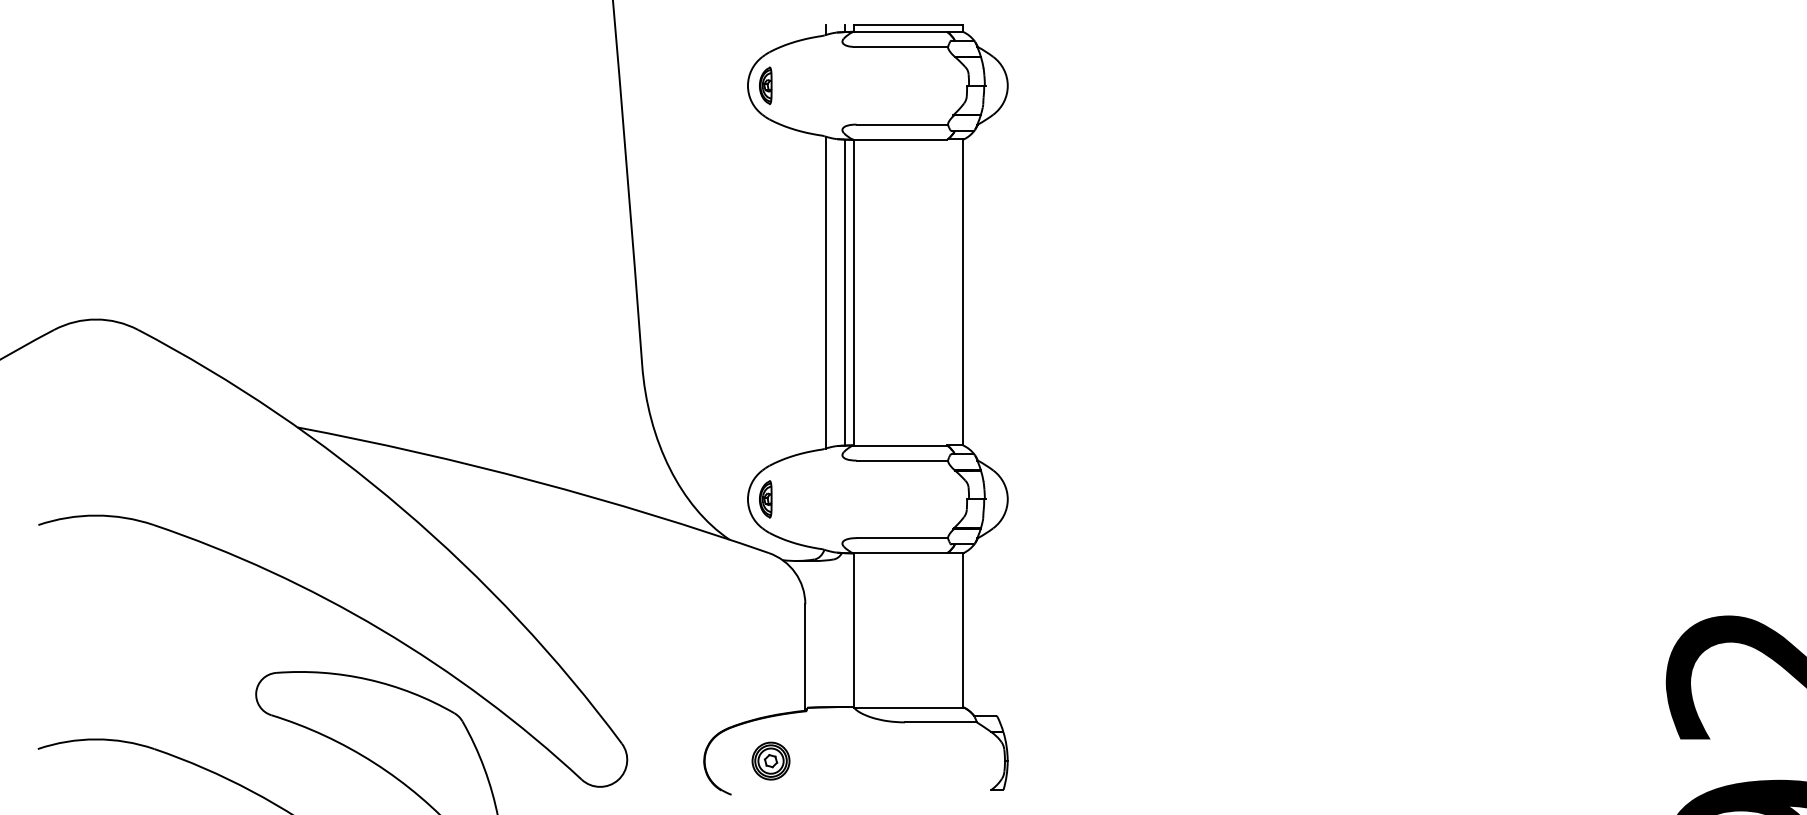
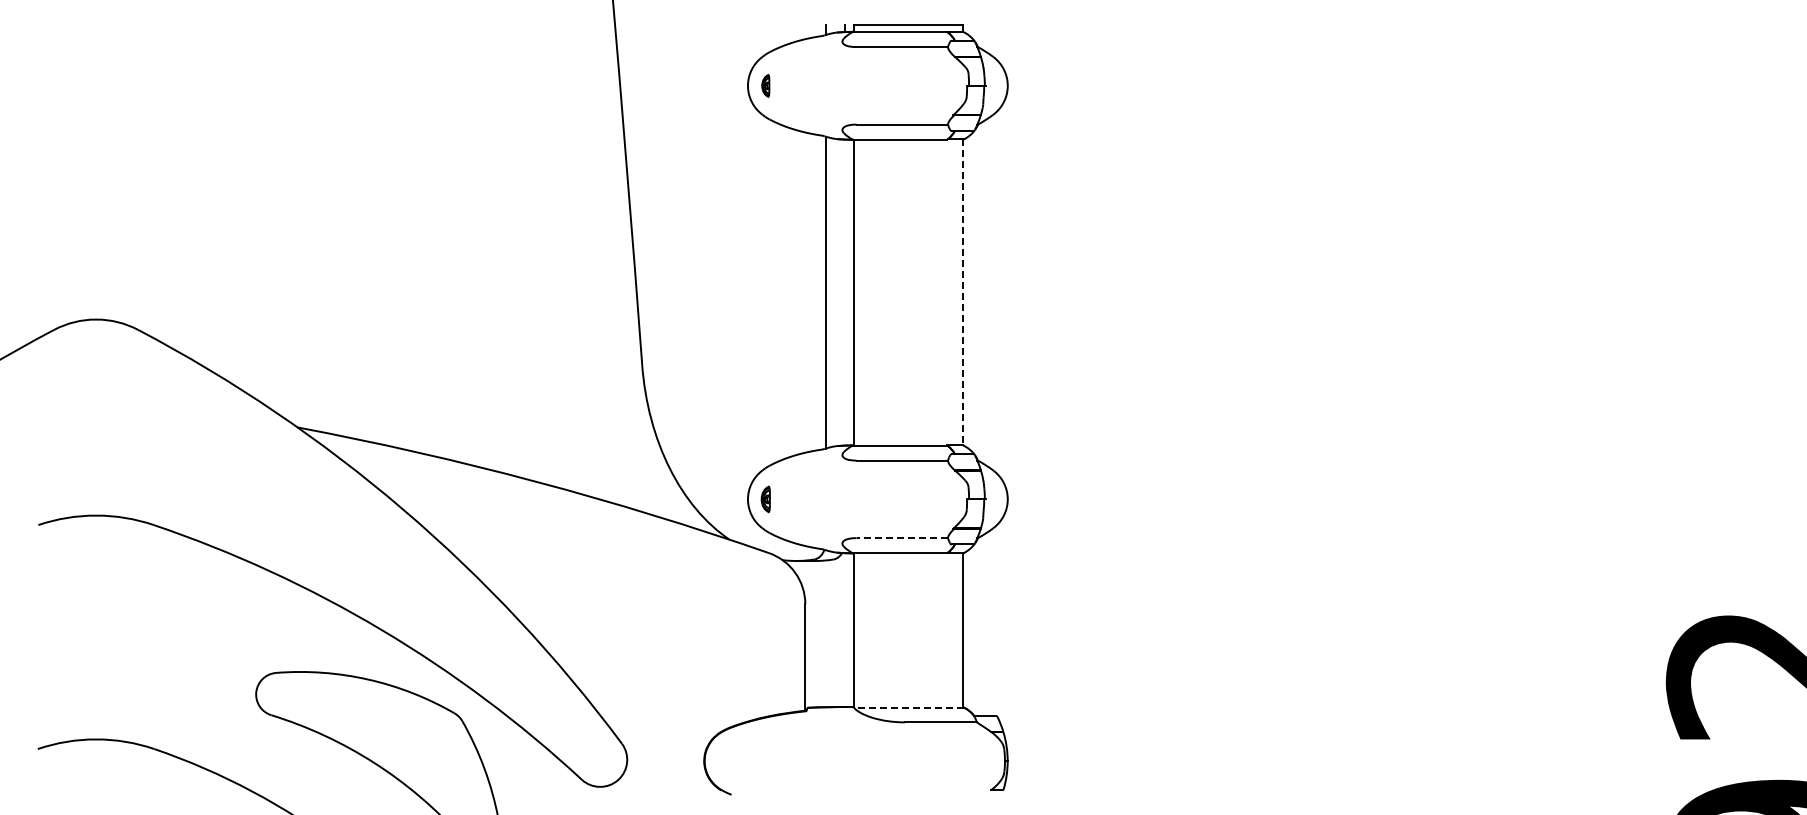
part at (765, 85) size: 14x40 px -> 10x24 px
line at (845, 292): present -> none
line at (962, 292): solid -> dashed
part at (765, 499) size: 14x39 px -> 11x29 px
line at (902, 538): solid -> dashed
line at (908, 707): solid -> dashed
part at (770, 760): present -> none
